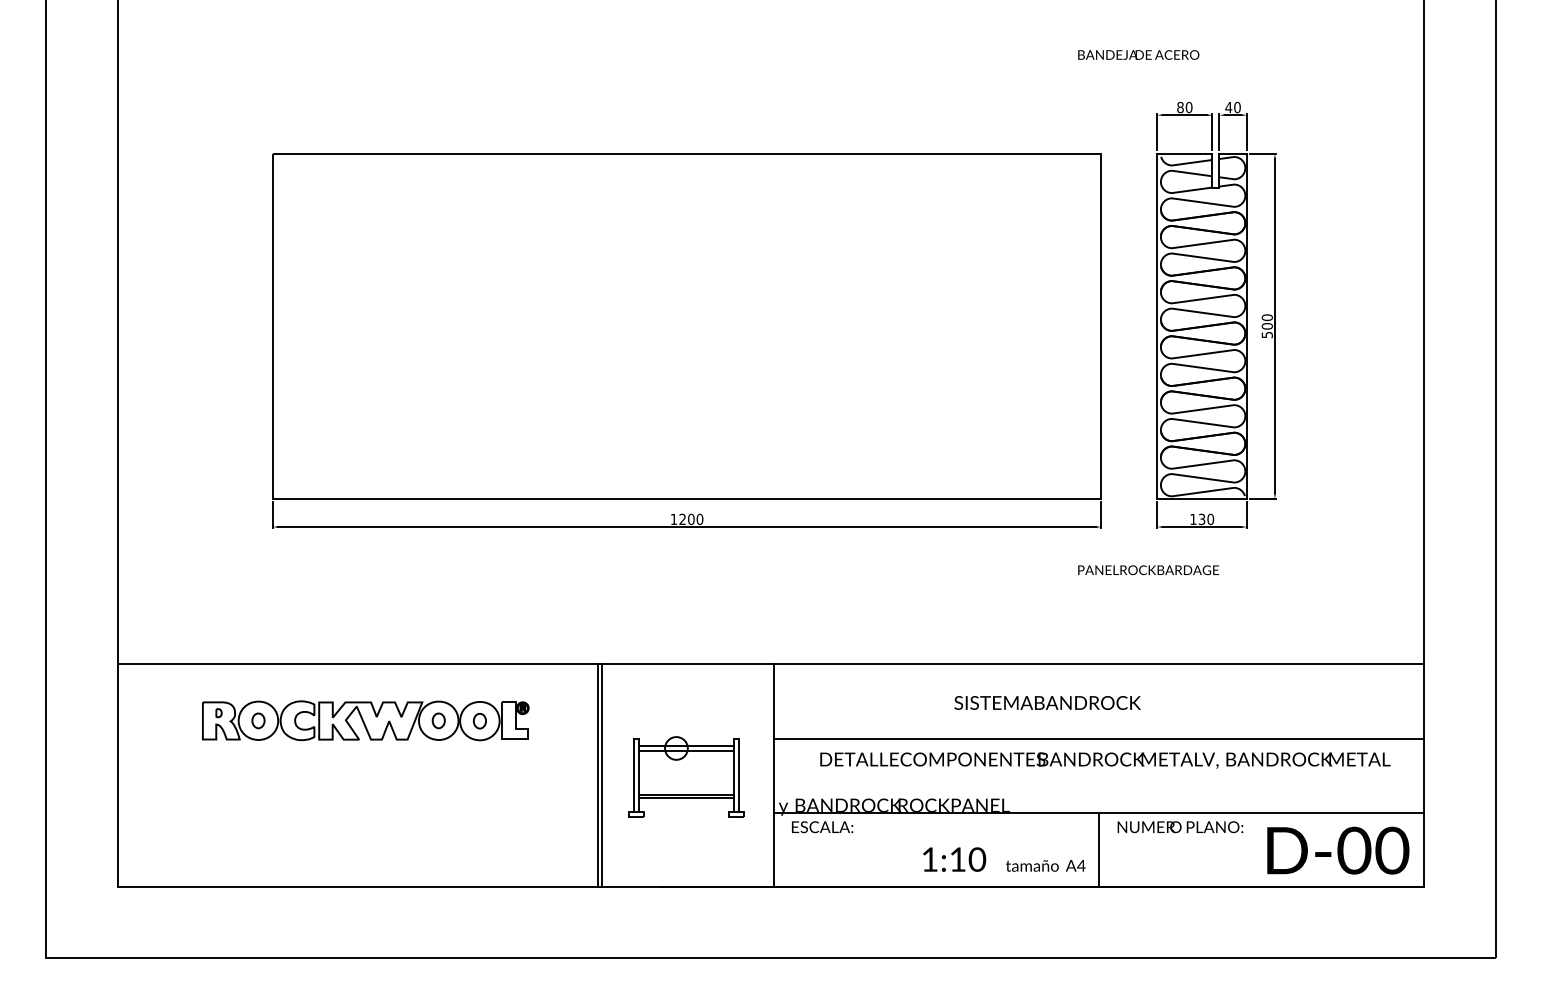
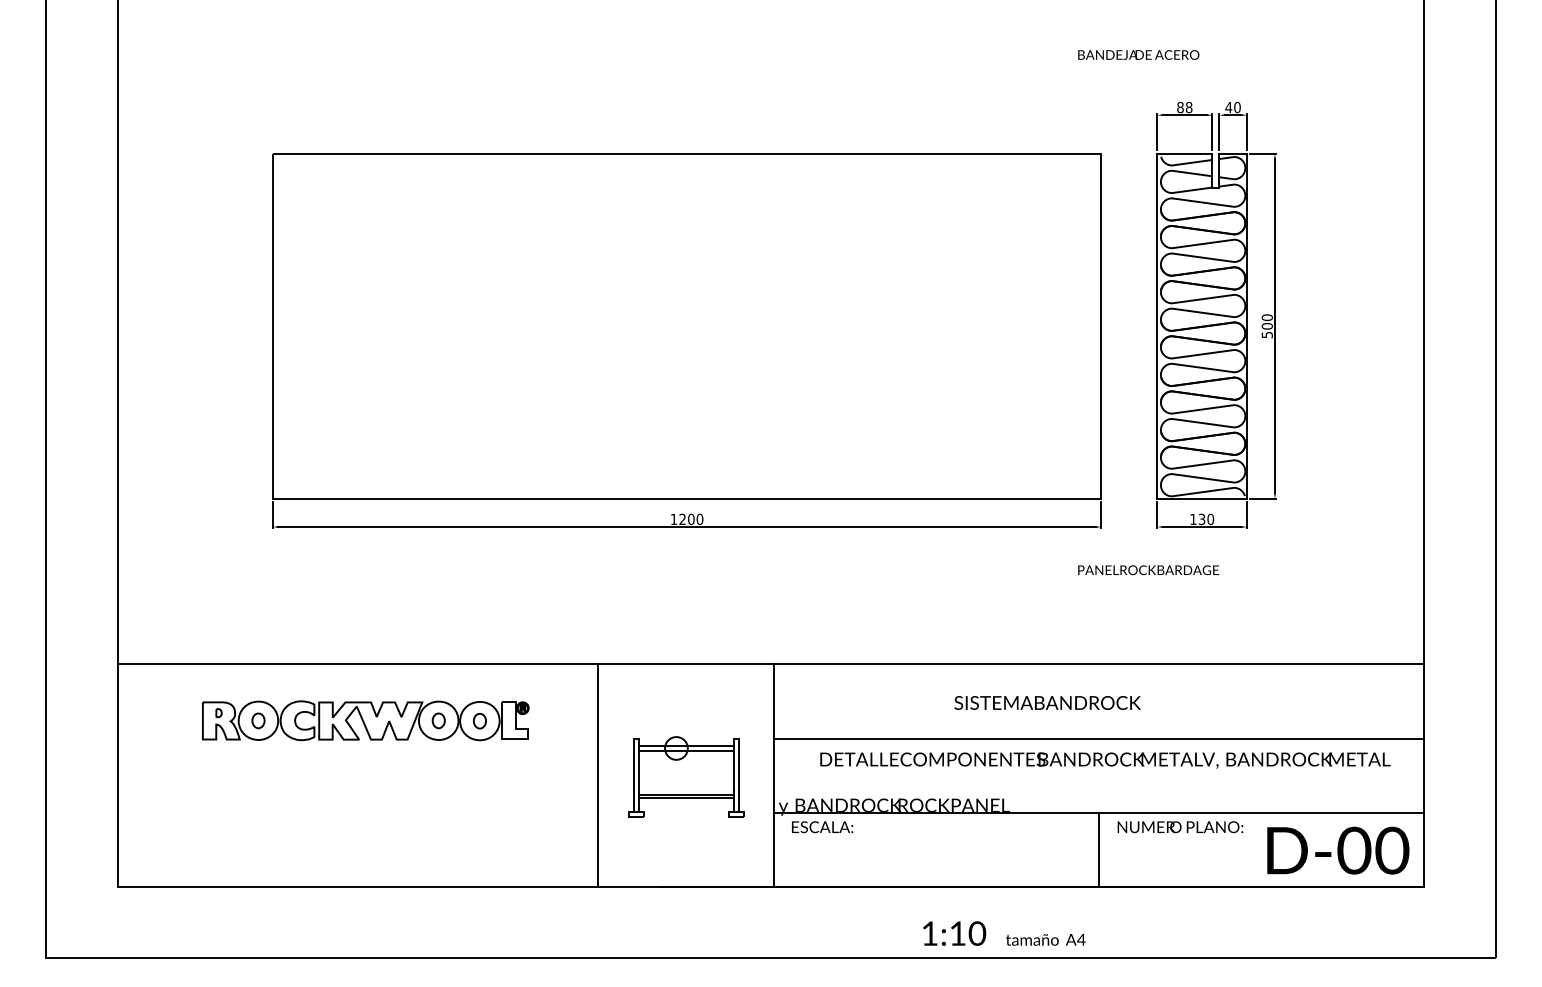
text at (1188, 107): 80 -> 88
line at (601, 775): present -> none
text at (1004, 859) position: (1004, 859) -> (1004, 933)
